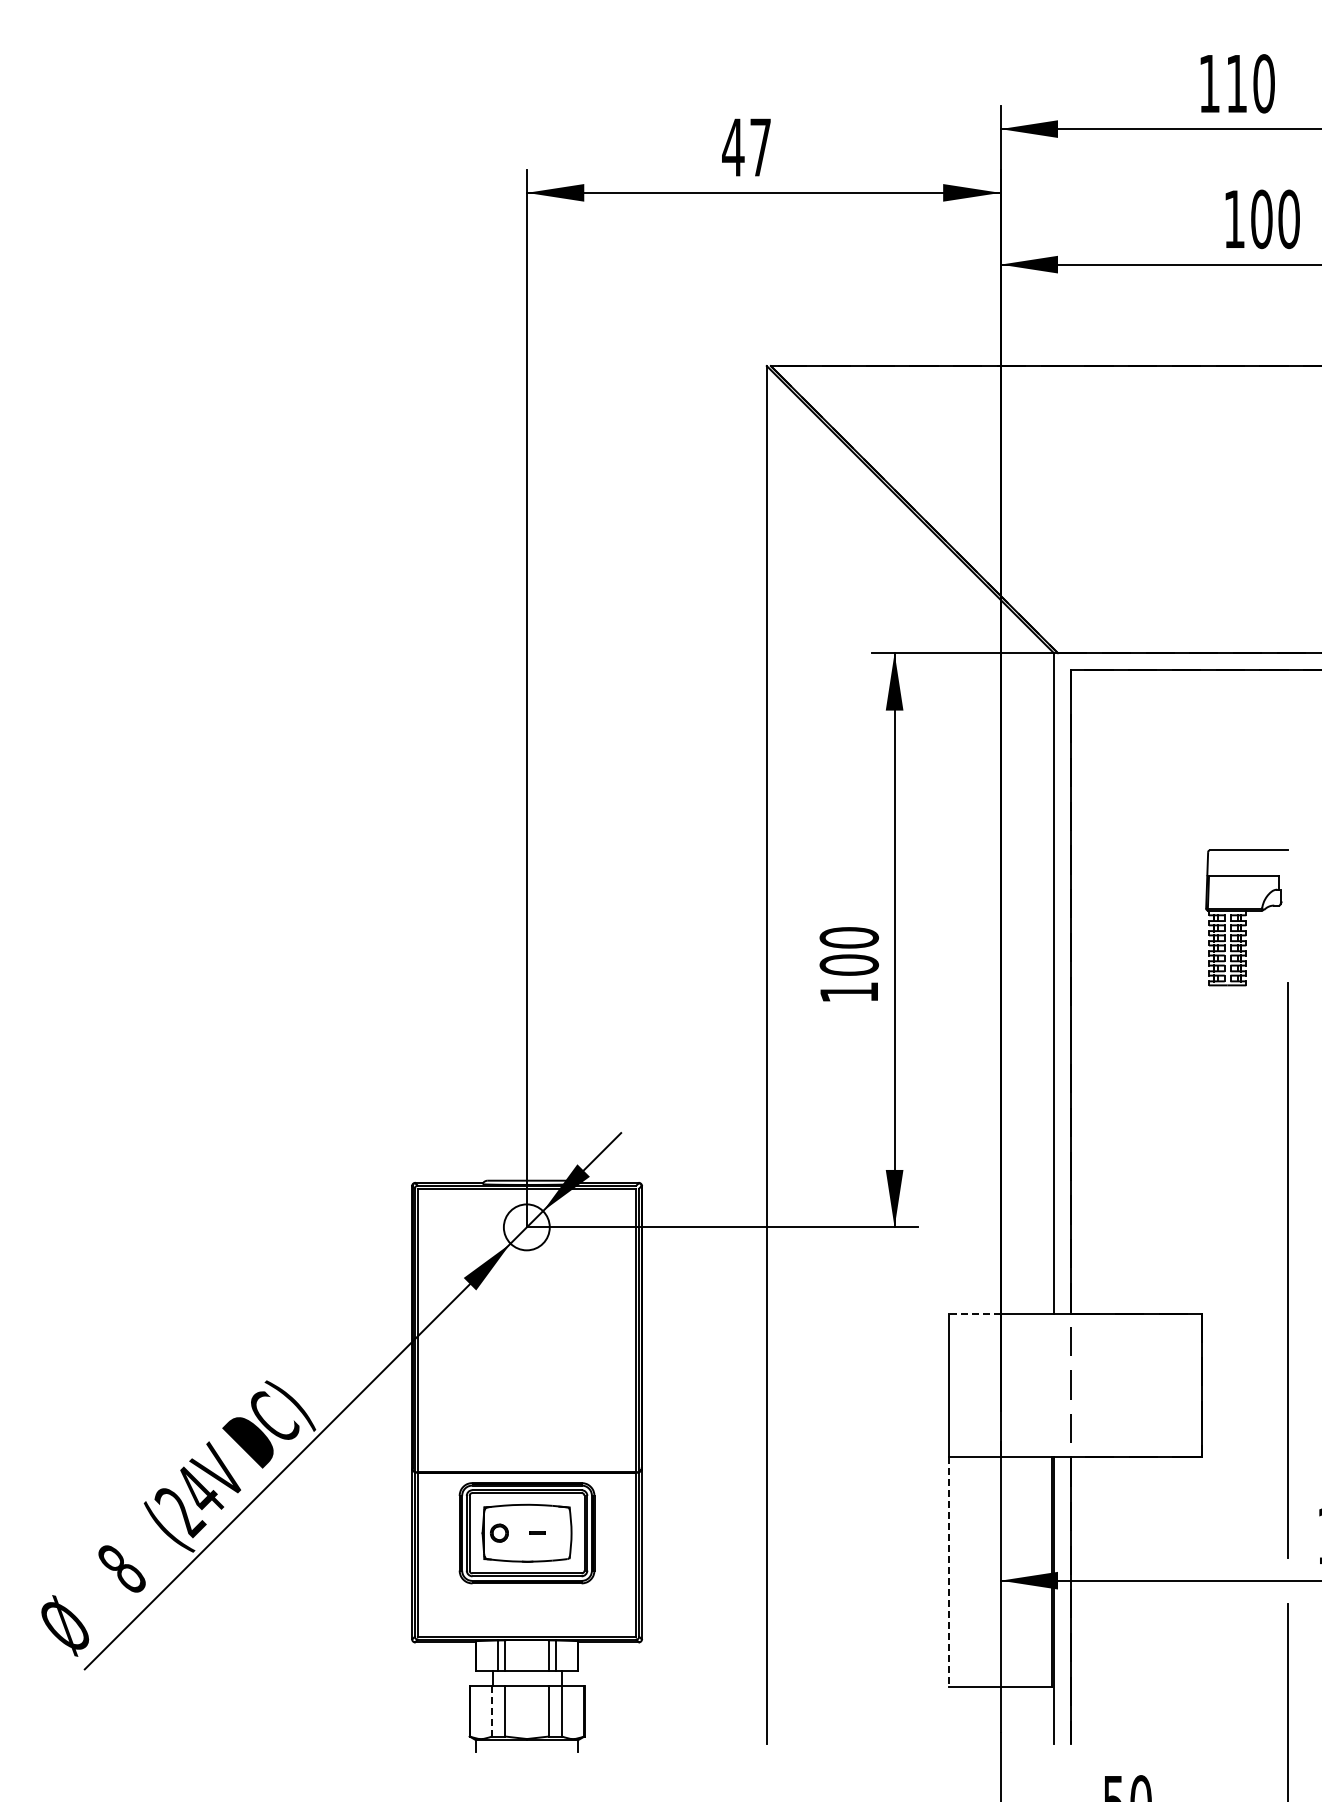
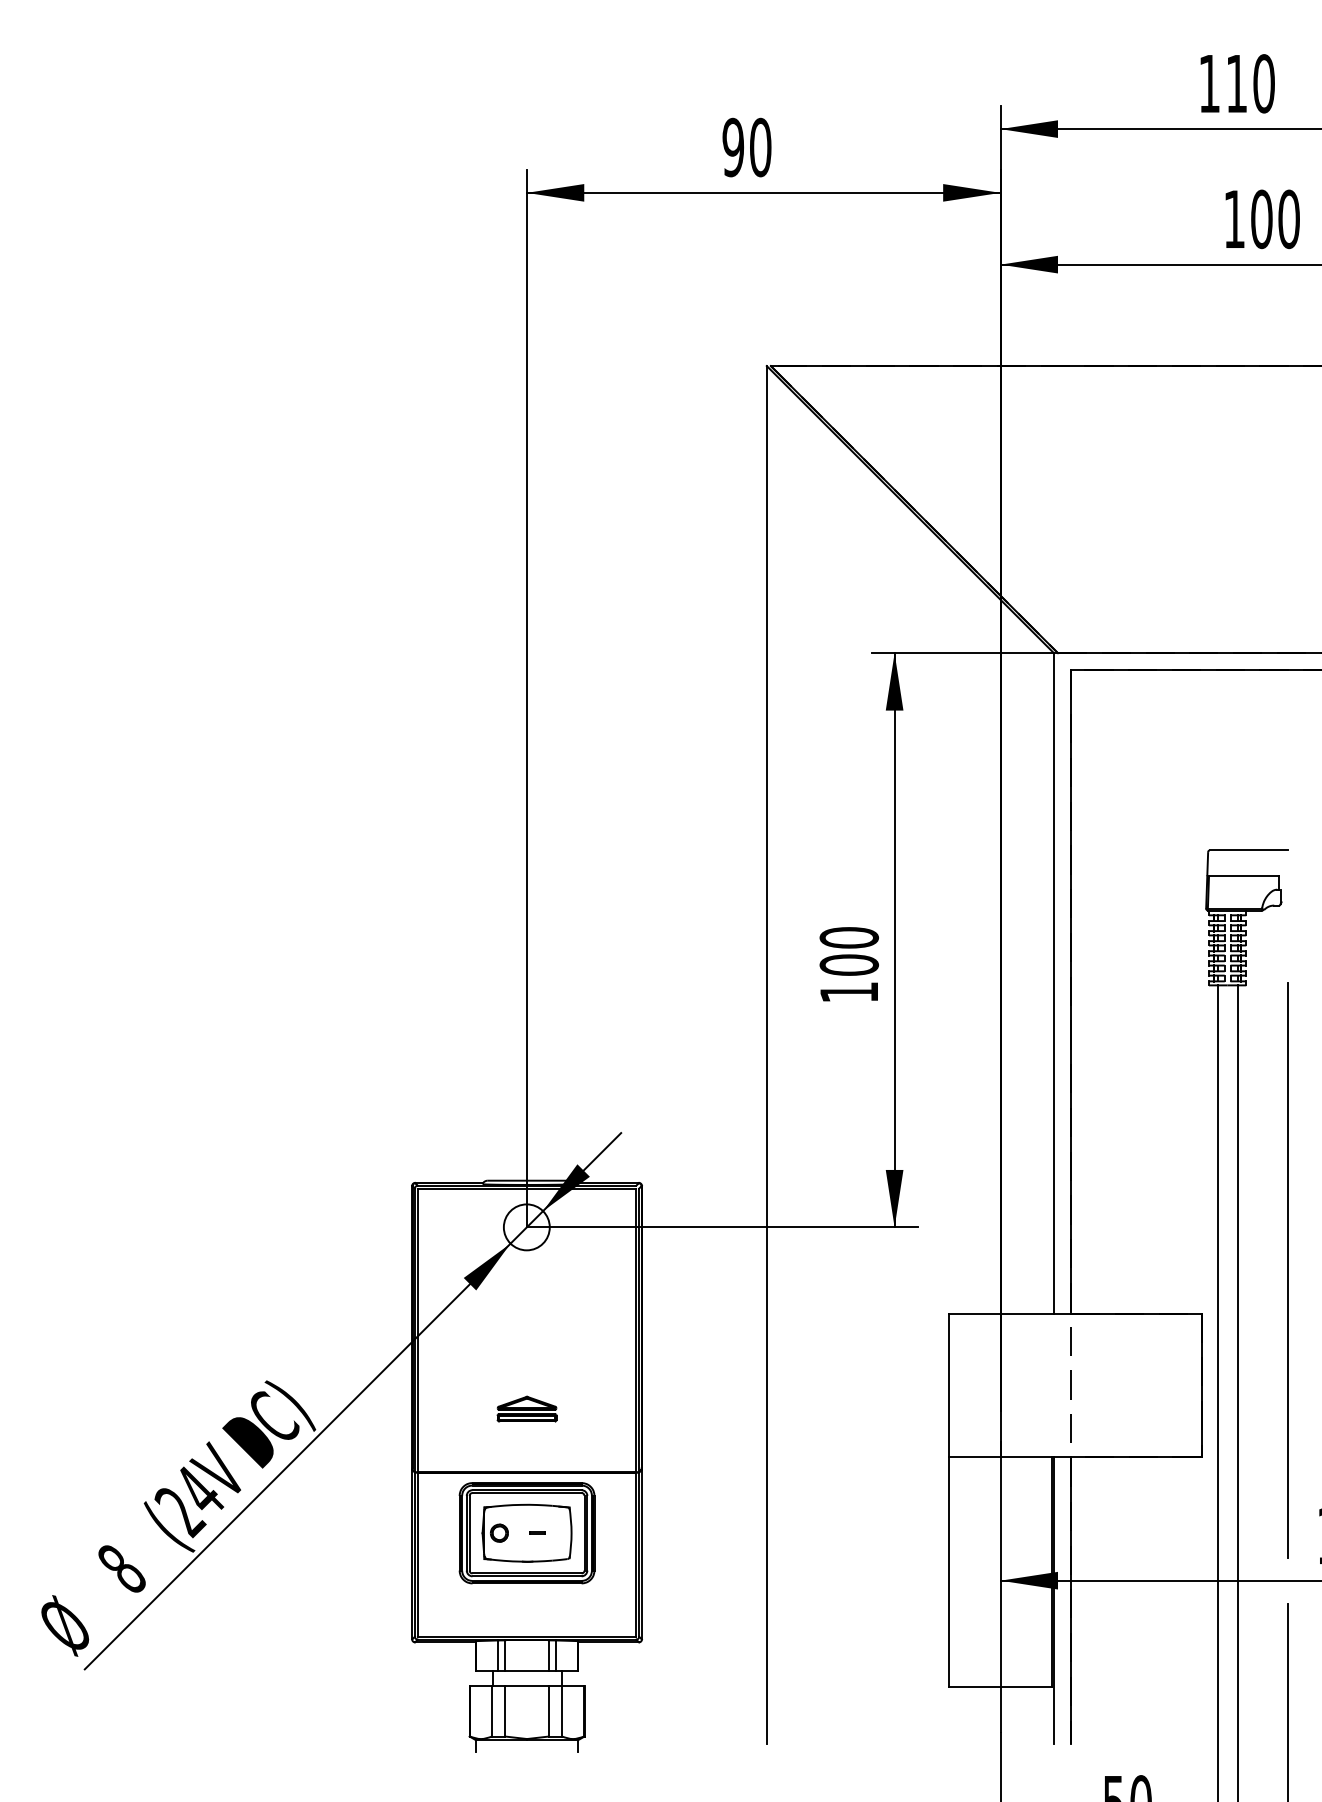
text at (746, 147): 47 -> 90
line at (974, 1313): dashed -> solid
line at (1217, 1391): none -> present
line at (1237, 1391): none -> present
part at (526, 1408): none -> present
line at (948, 1571): dashed -> solid
line at (491, 1711): dashed -> solid
